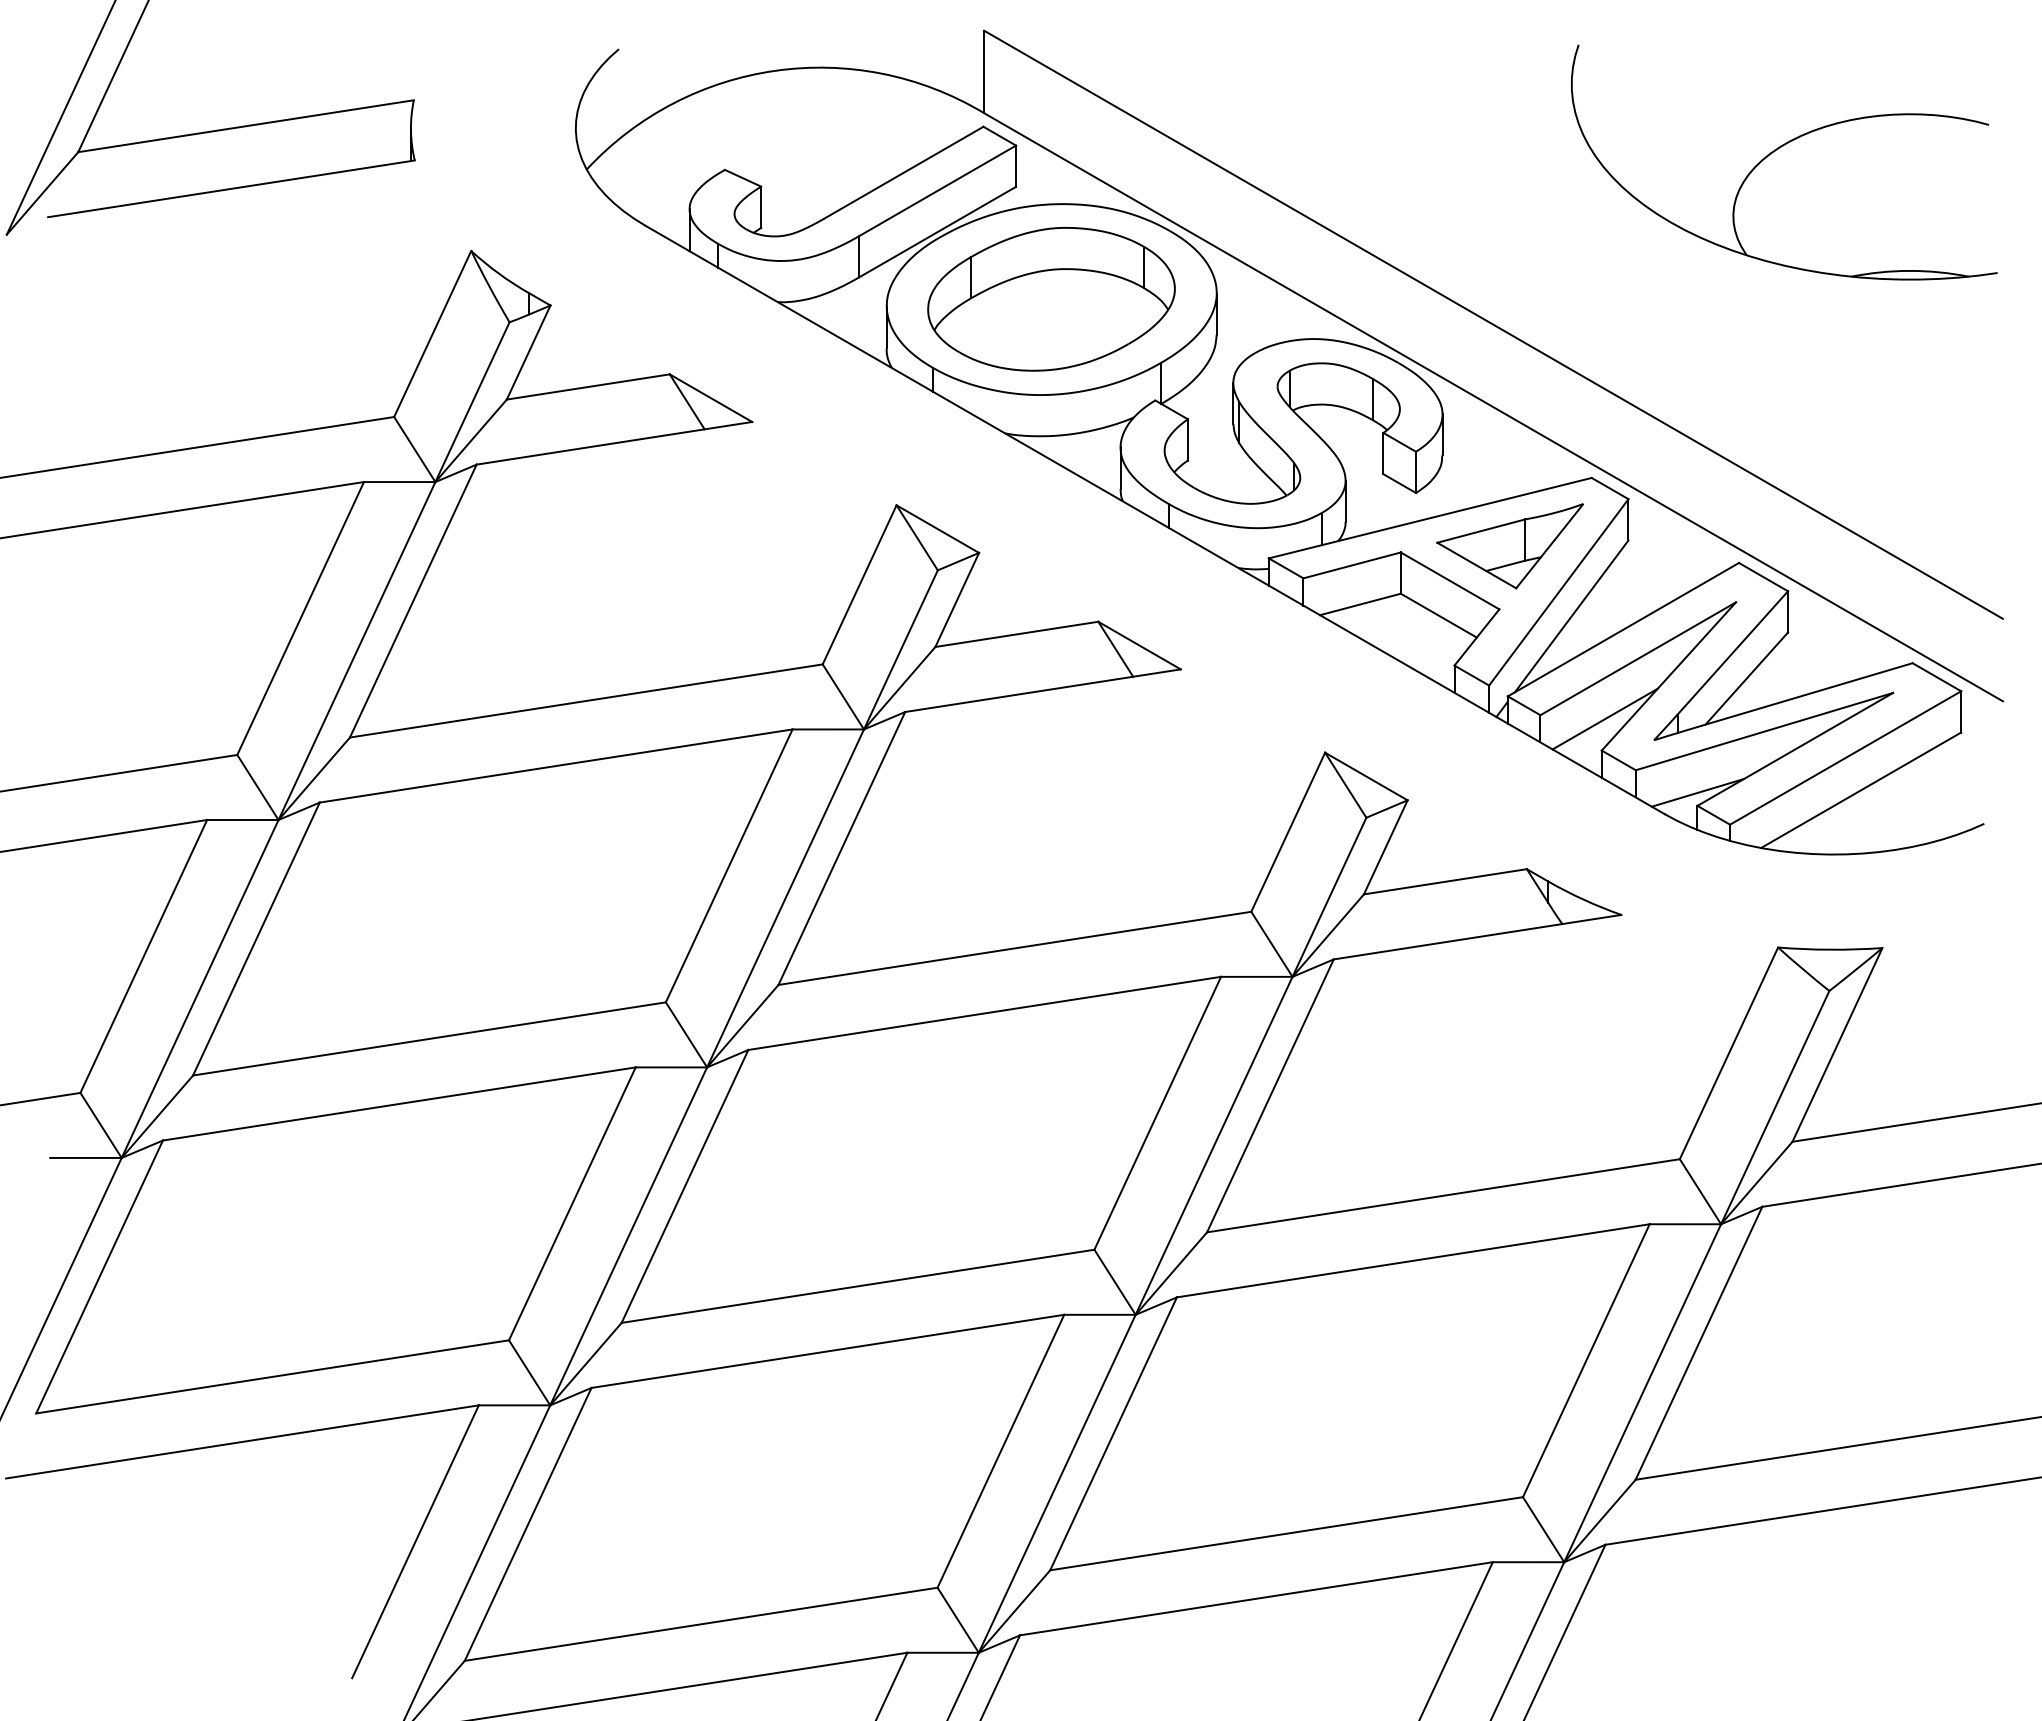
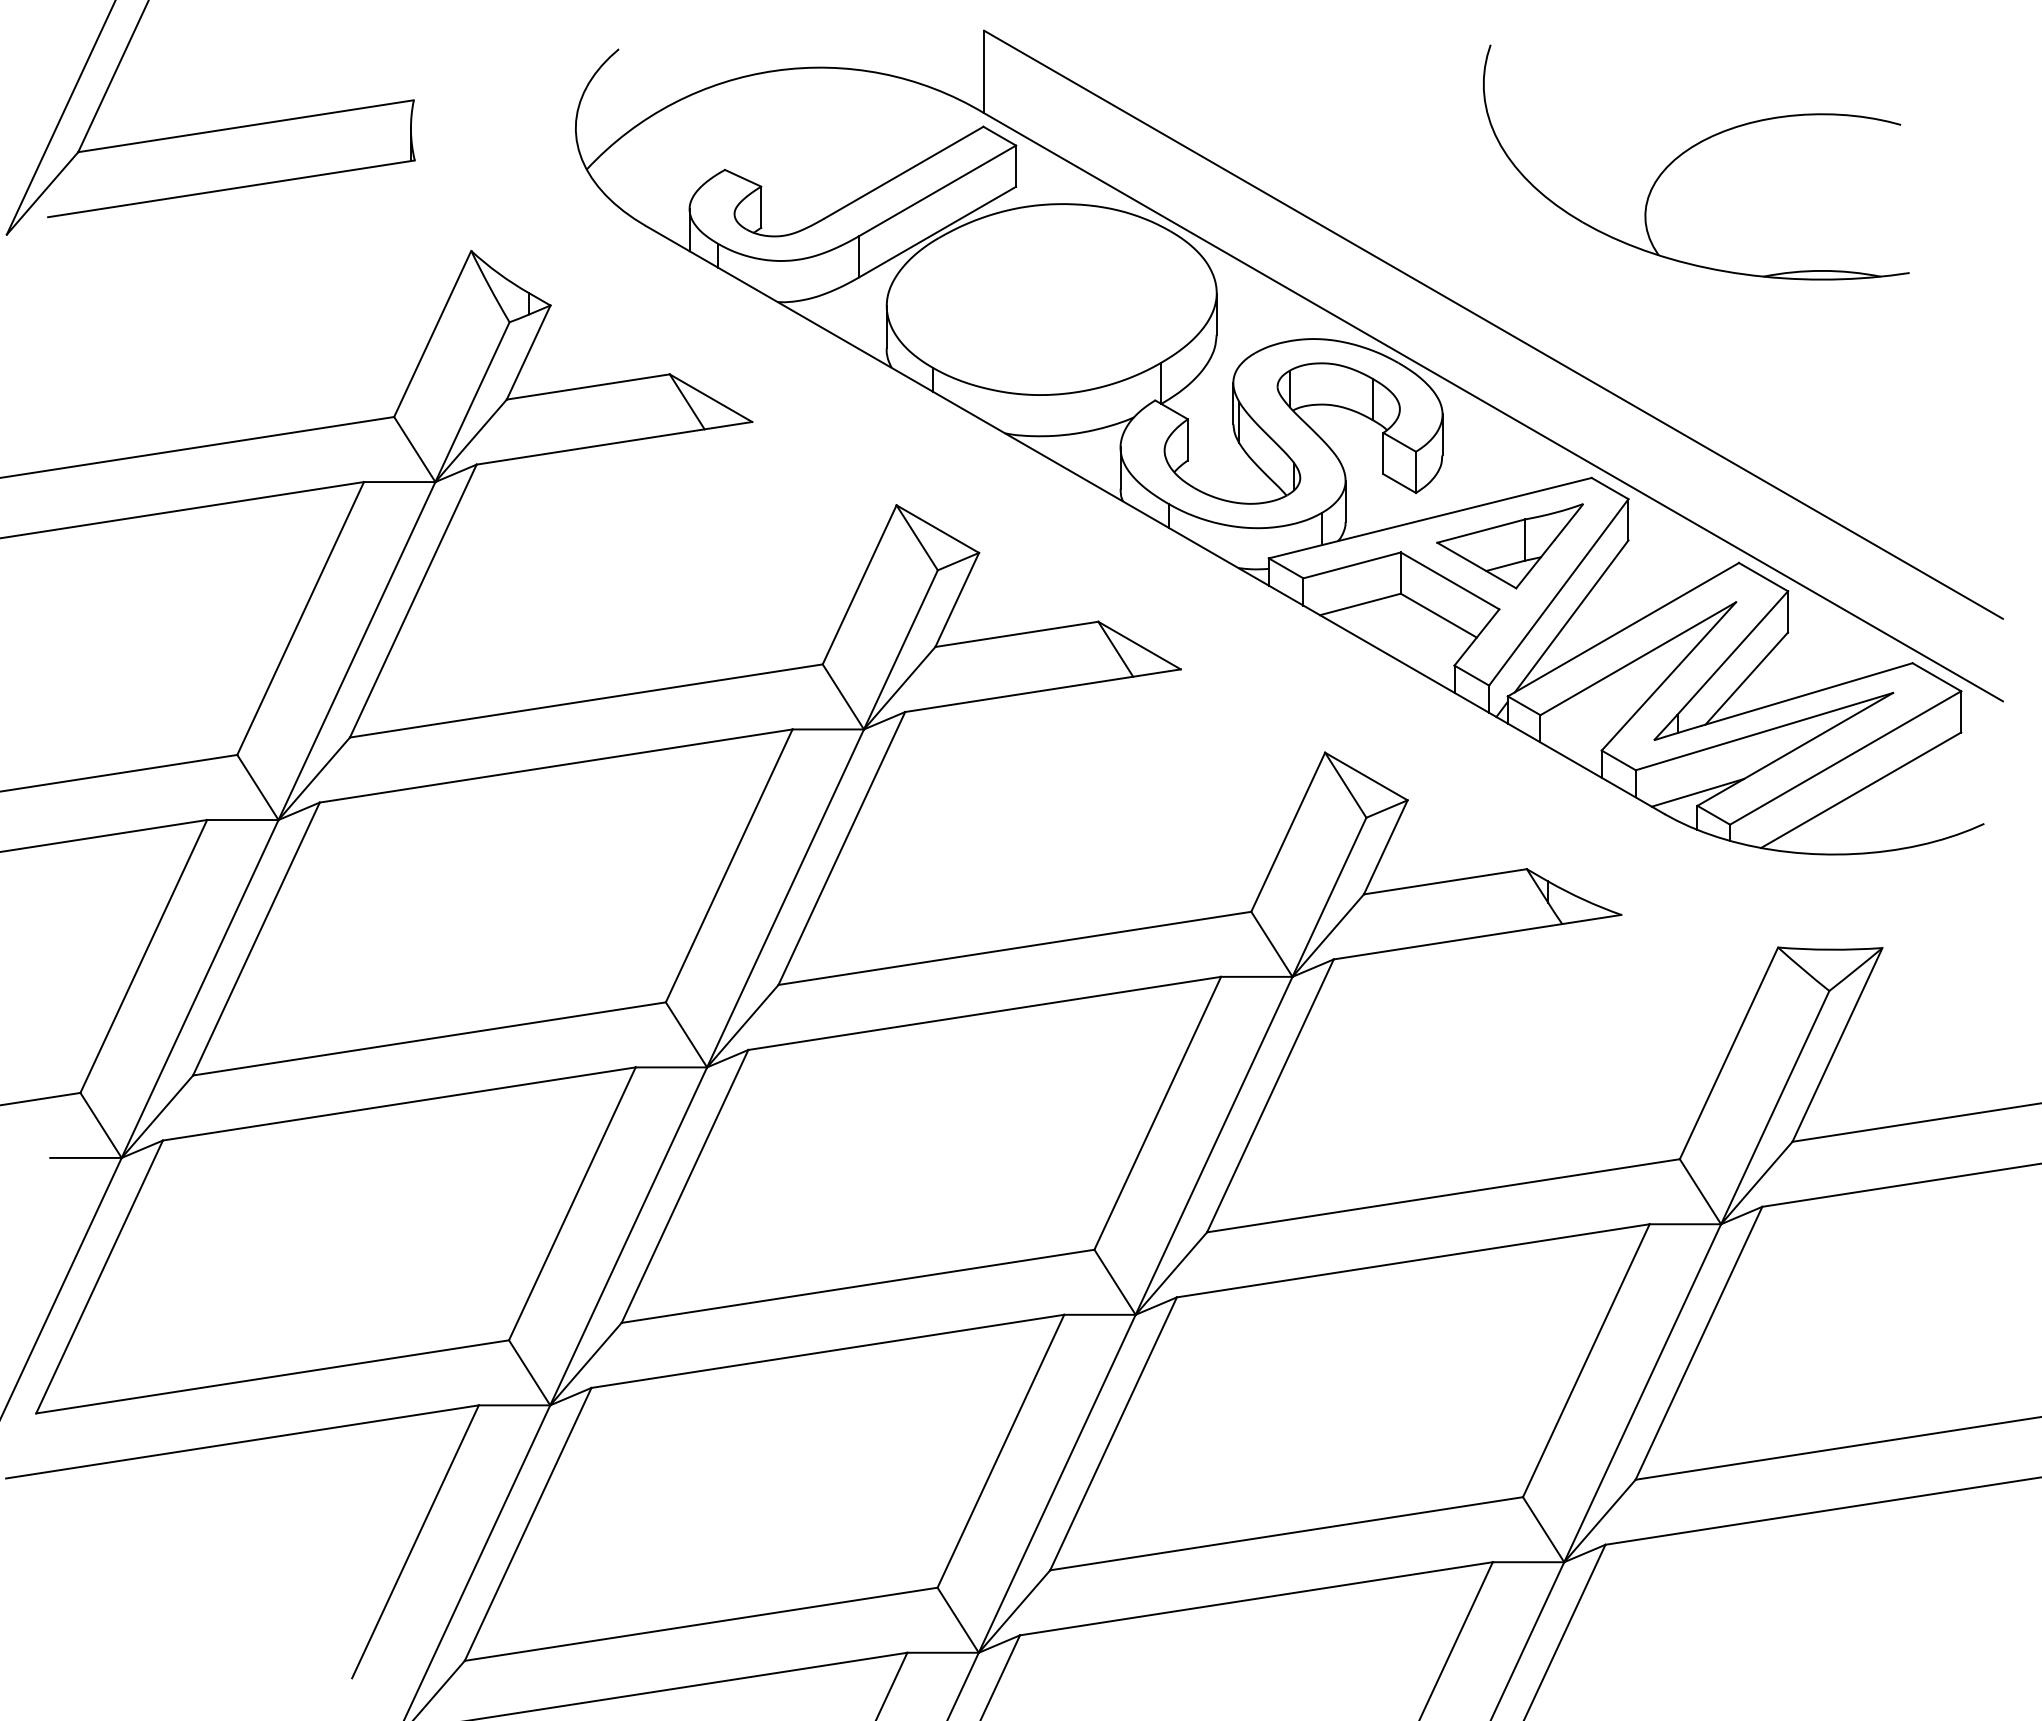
part at (1774, 152) position: (1774, 152) -> (1686, 152)
part at (1051, 299): present -> none
line at (1604, 718): present -> none
